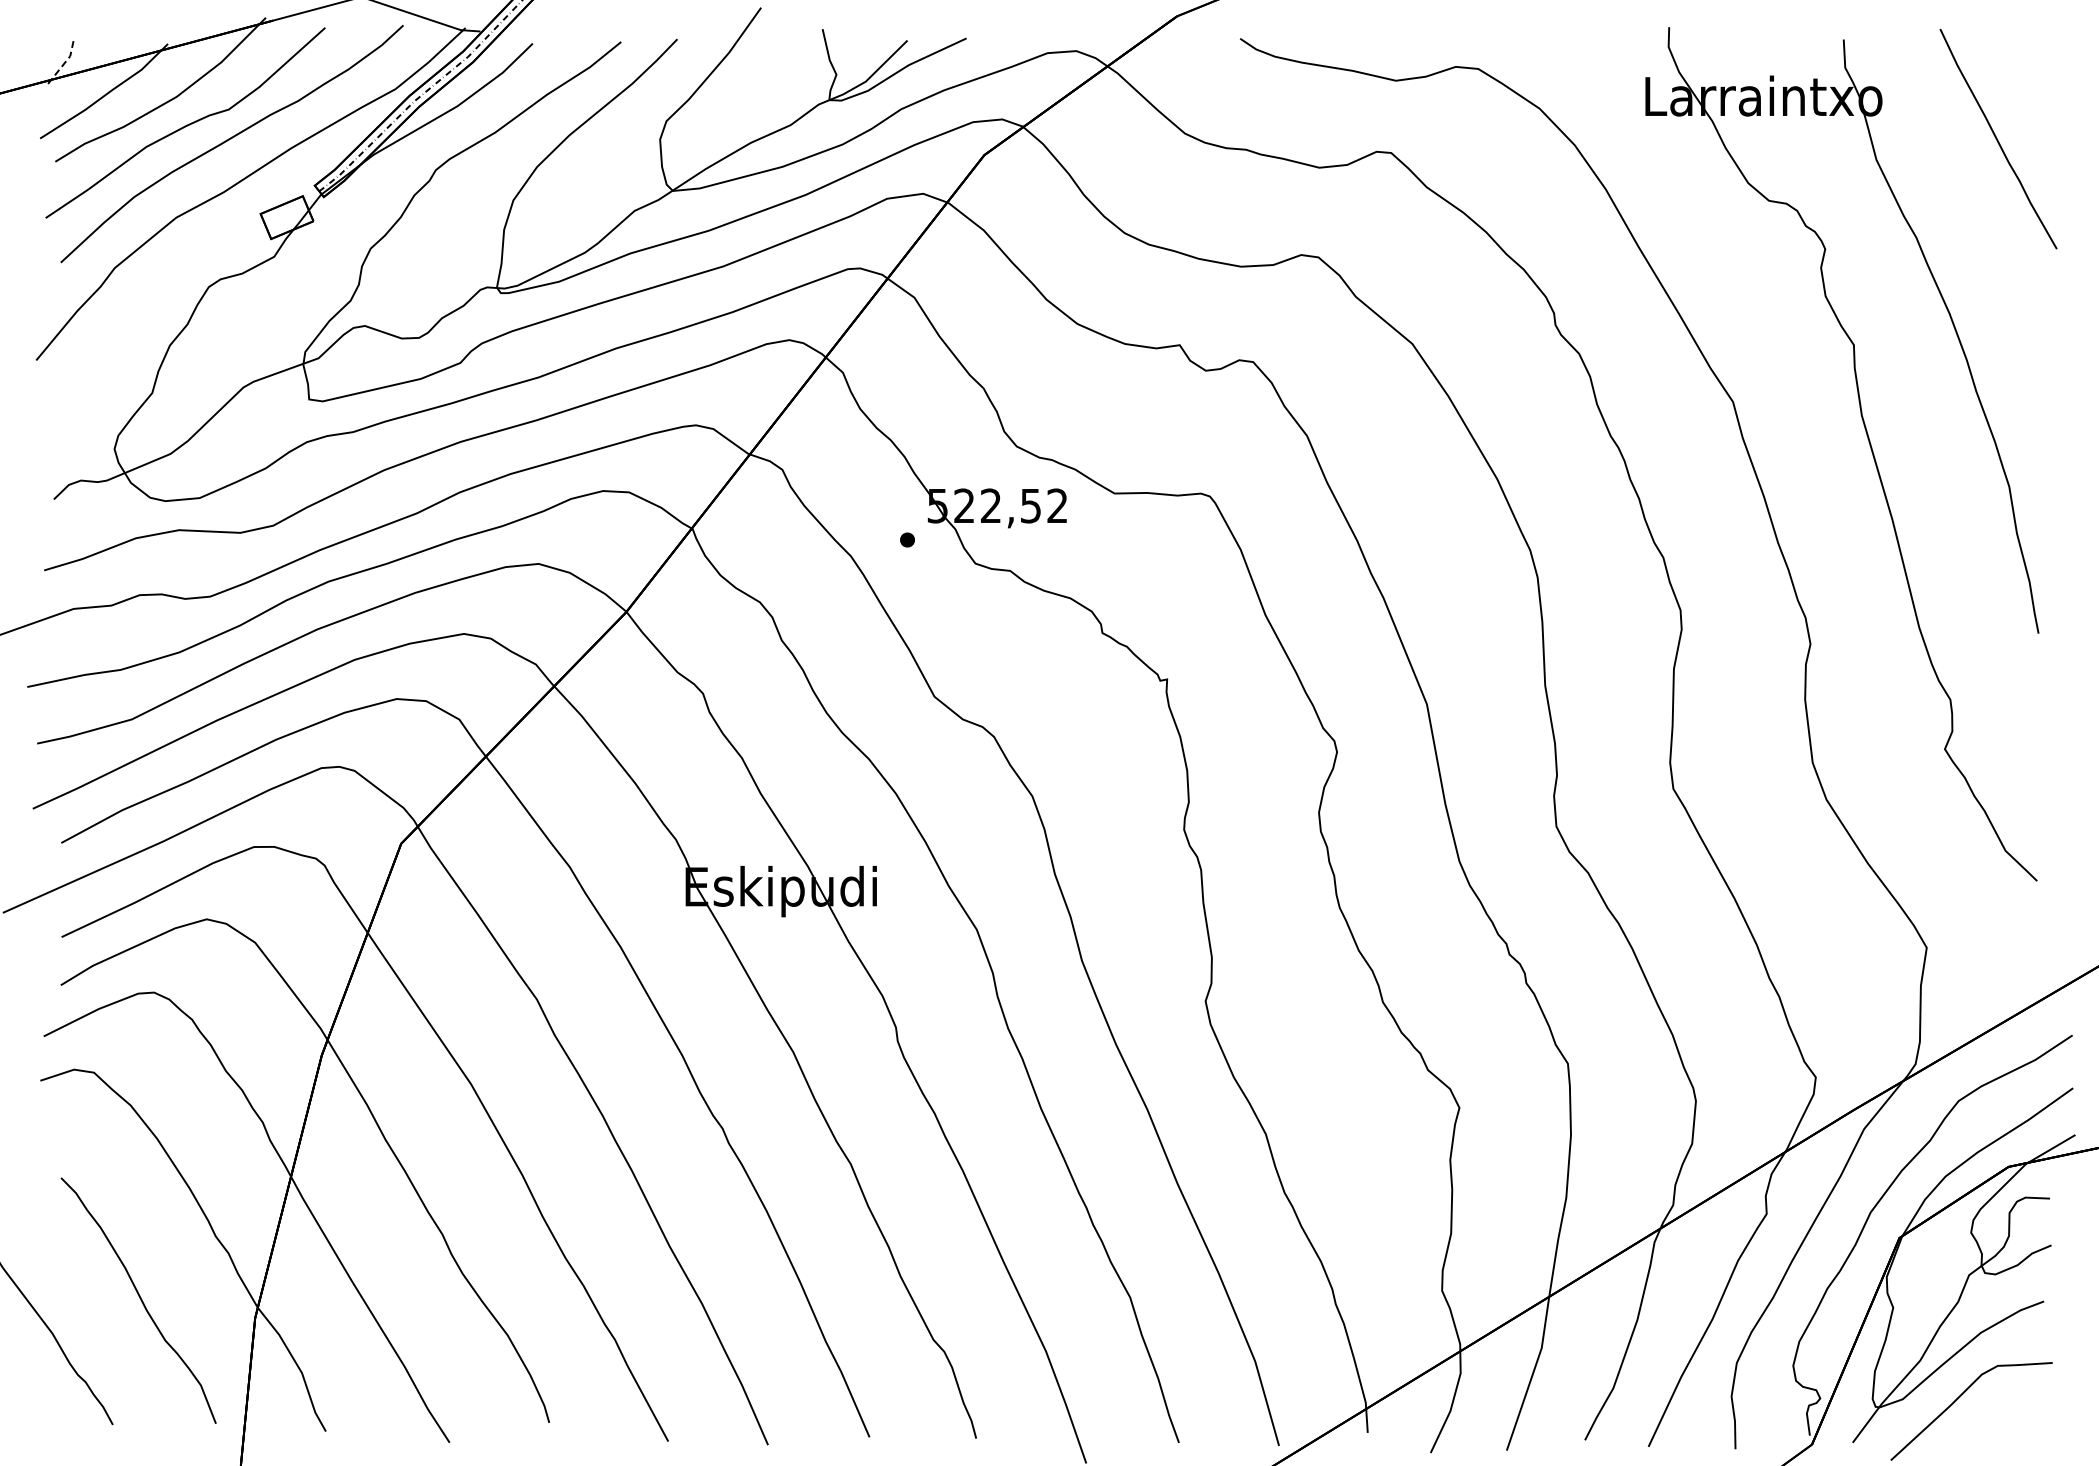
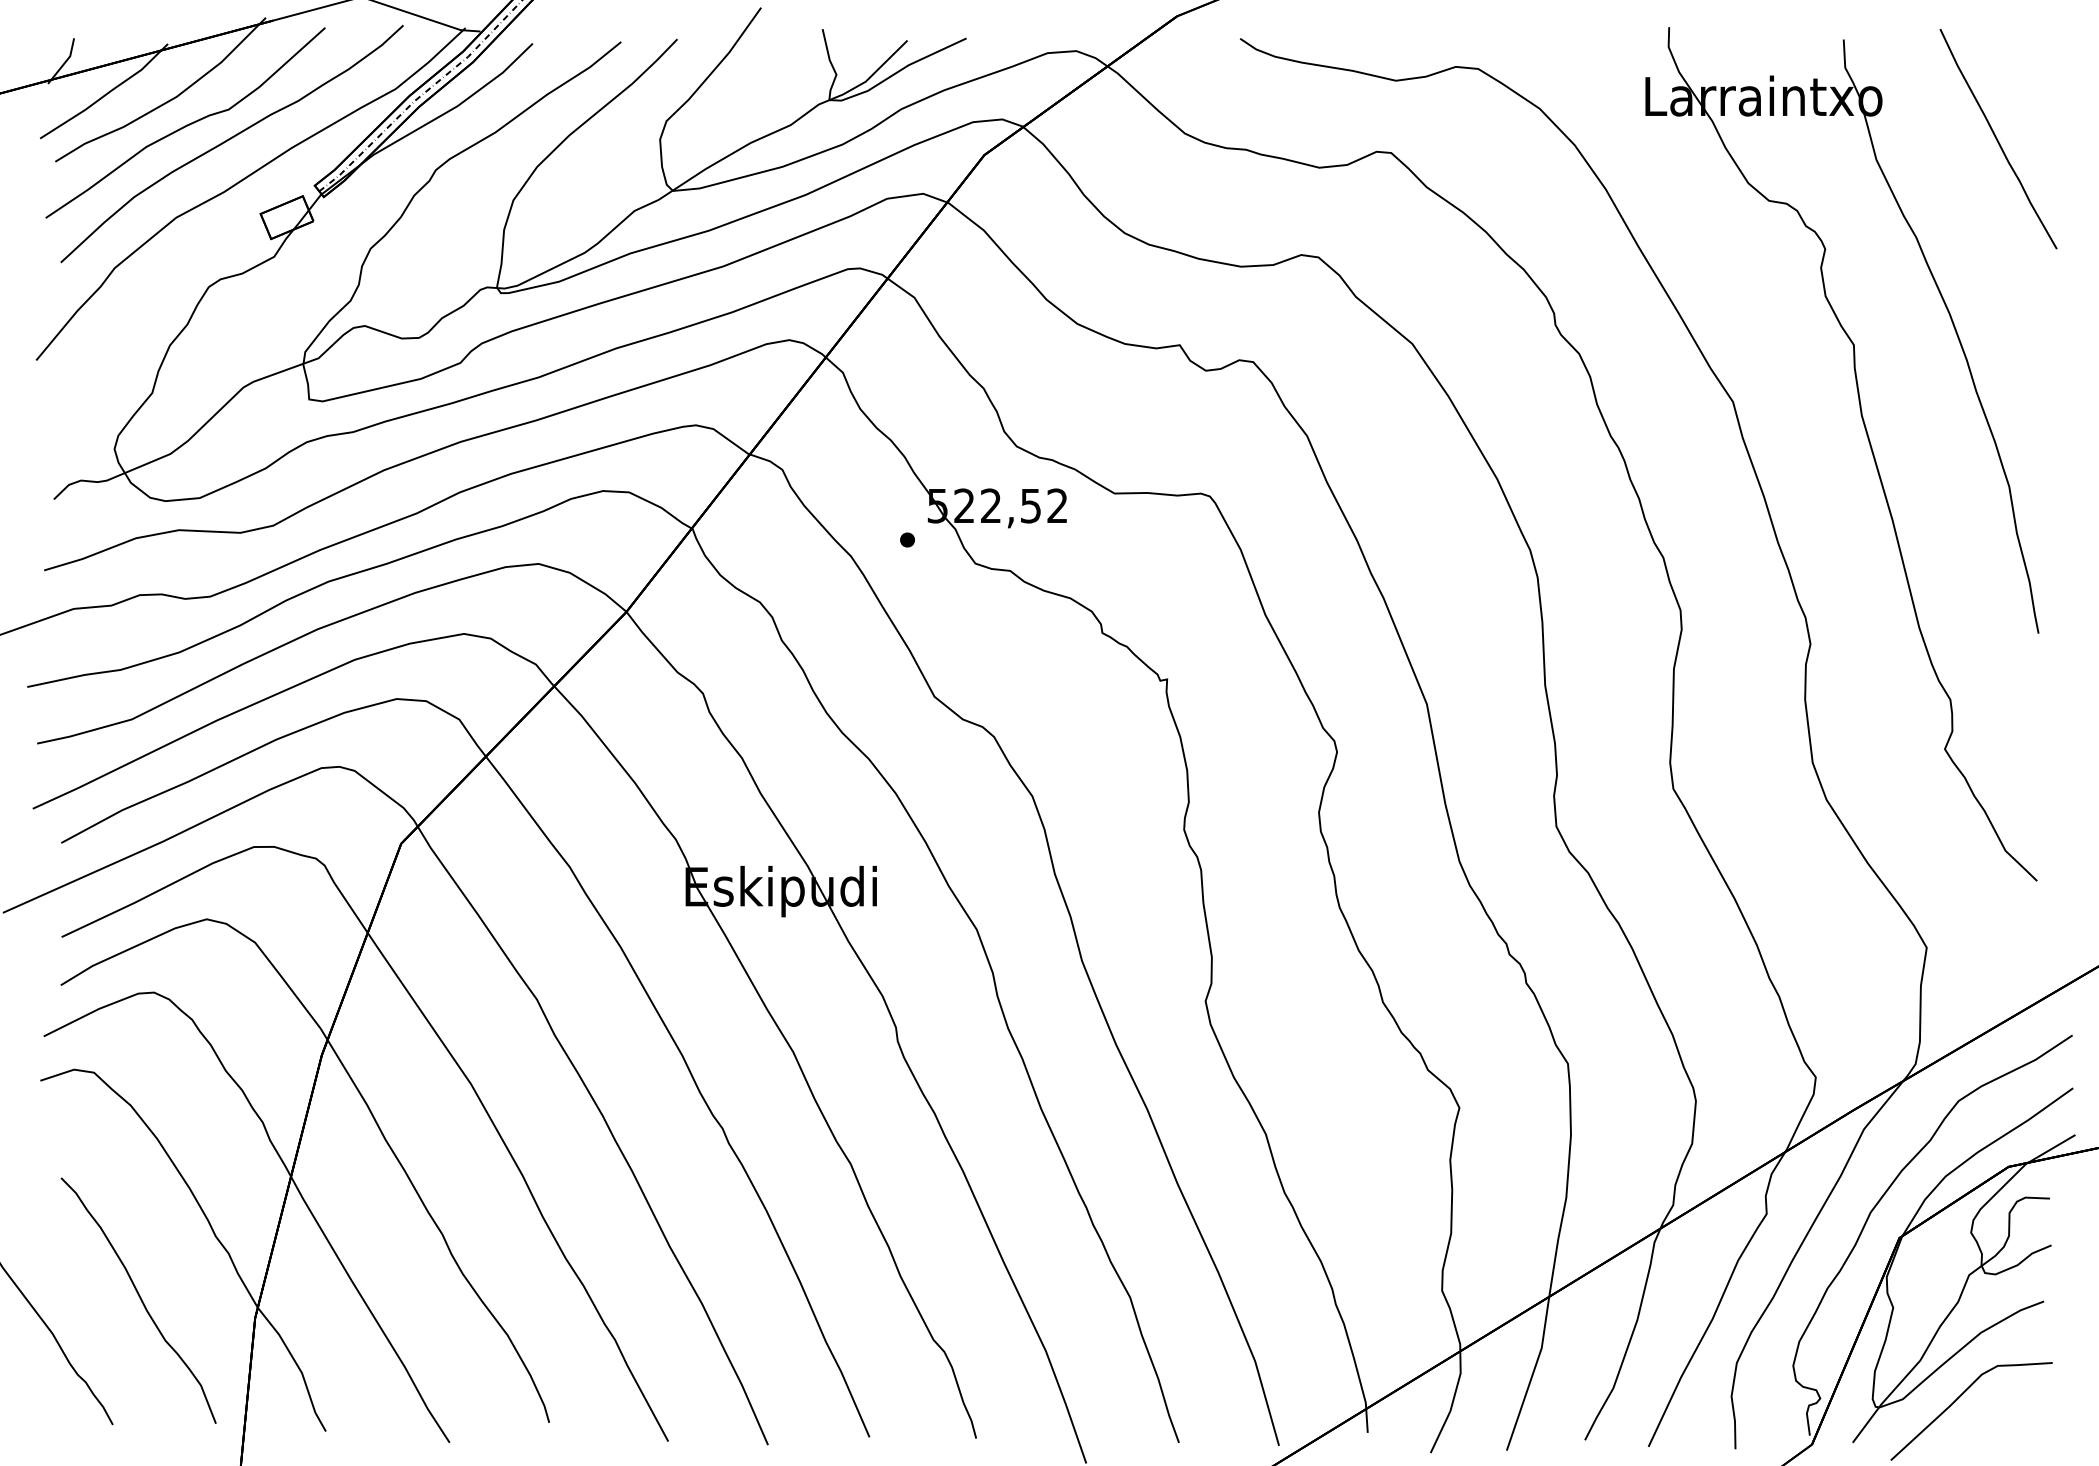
line at (65, 62): dashed -> solid
